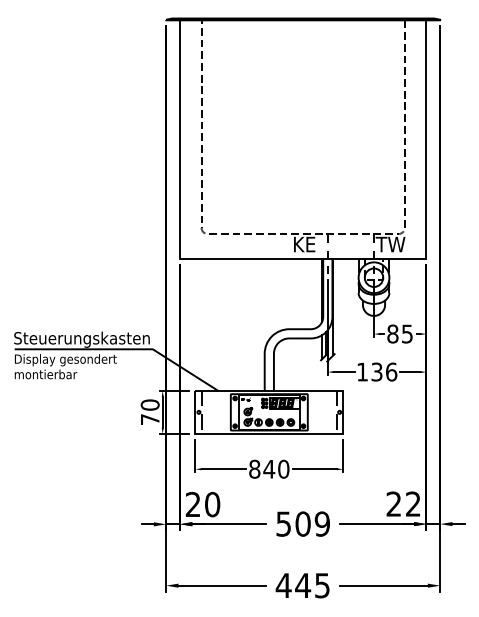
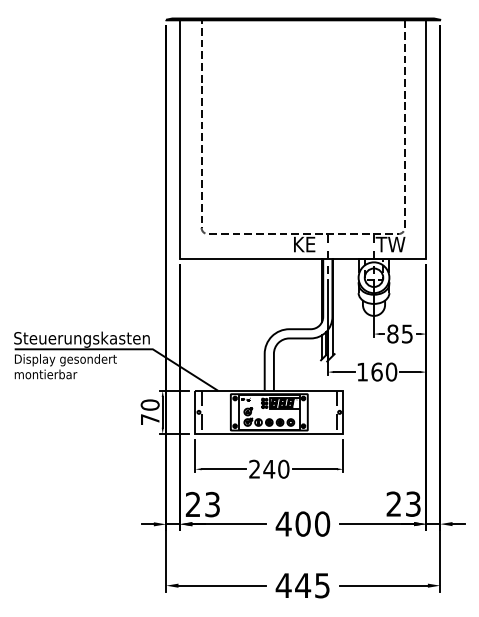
text at (384, 371): 136 -> 160
text at (254, 468): 840 -> 240
text at (413, 503): 22 -> 23
text at (212, 504): 20 -> 23
text at (302, 523): 509 -> 400
